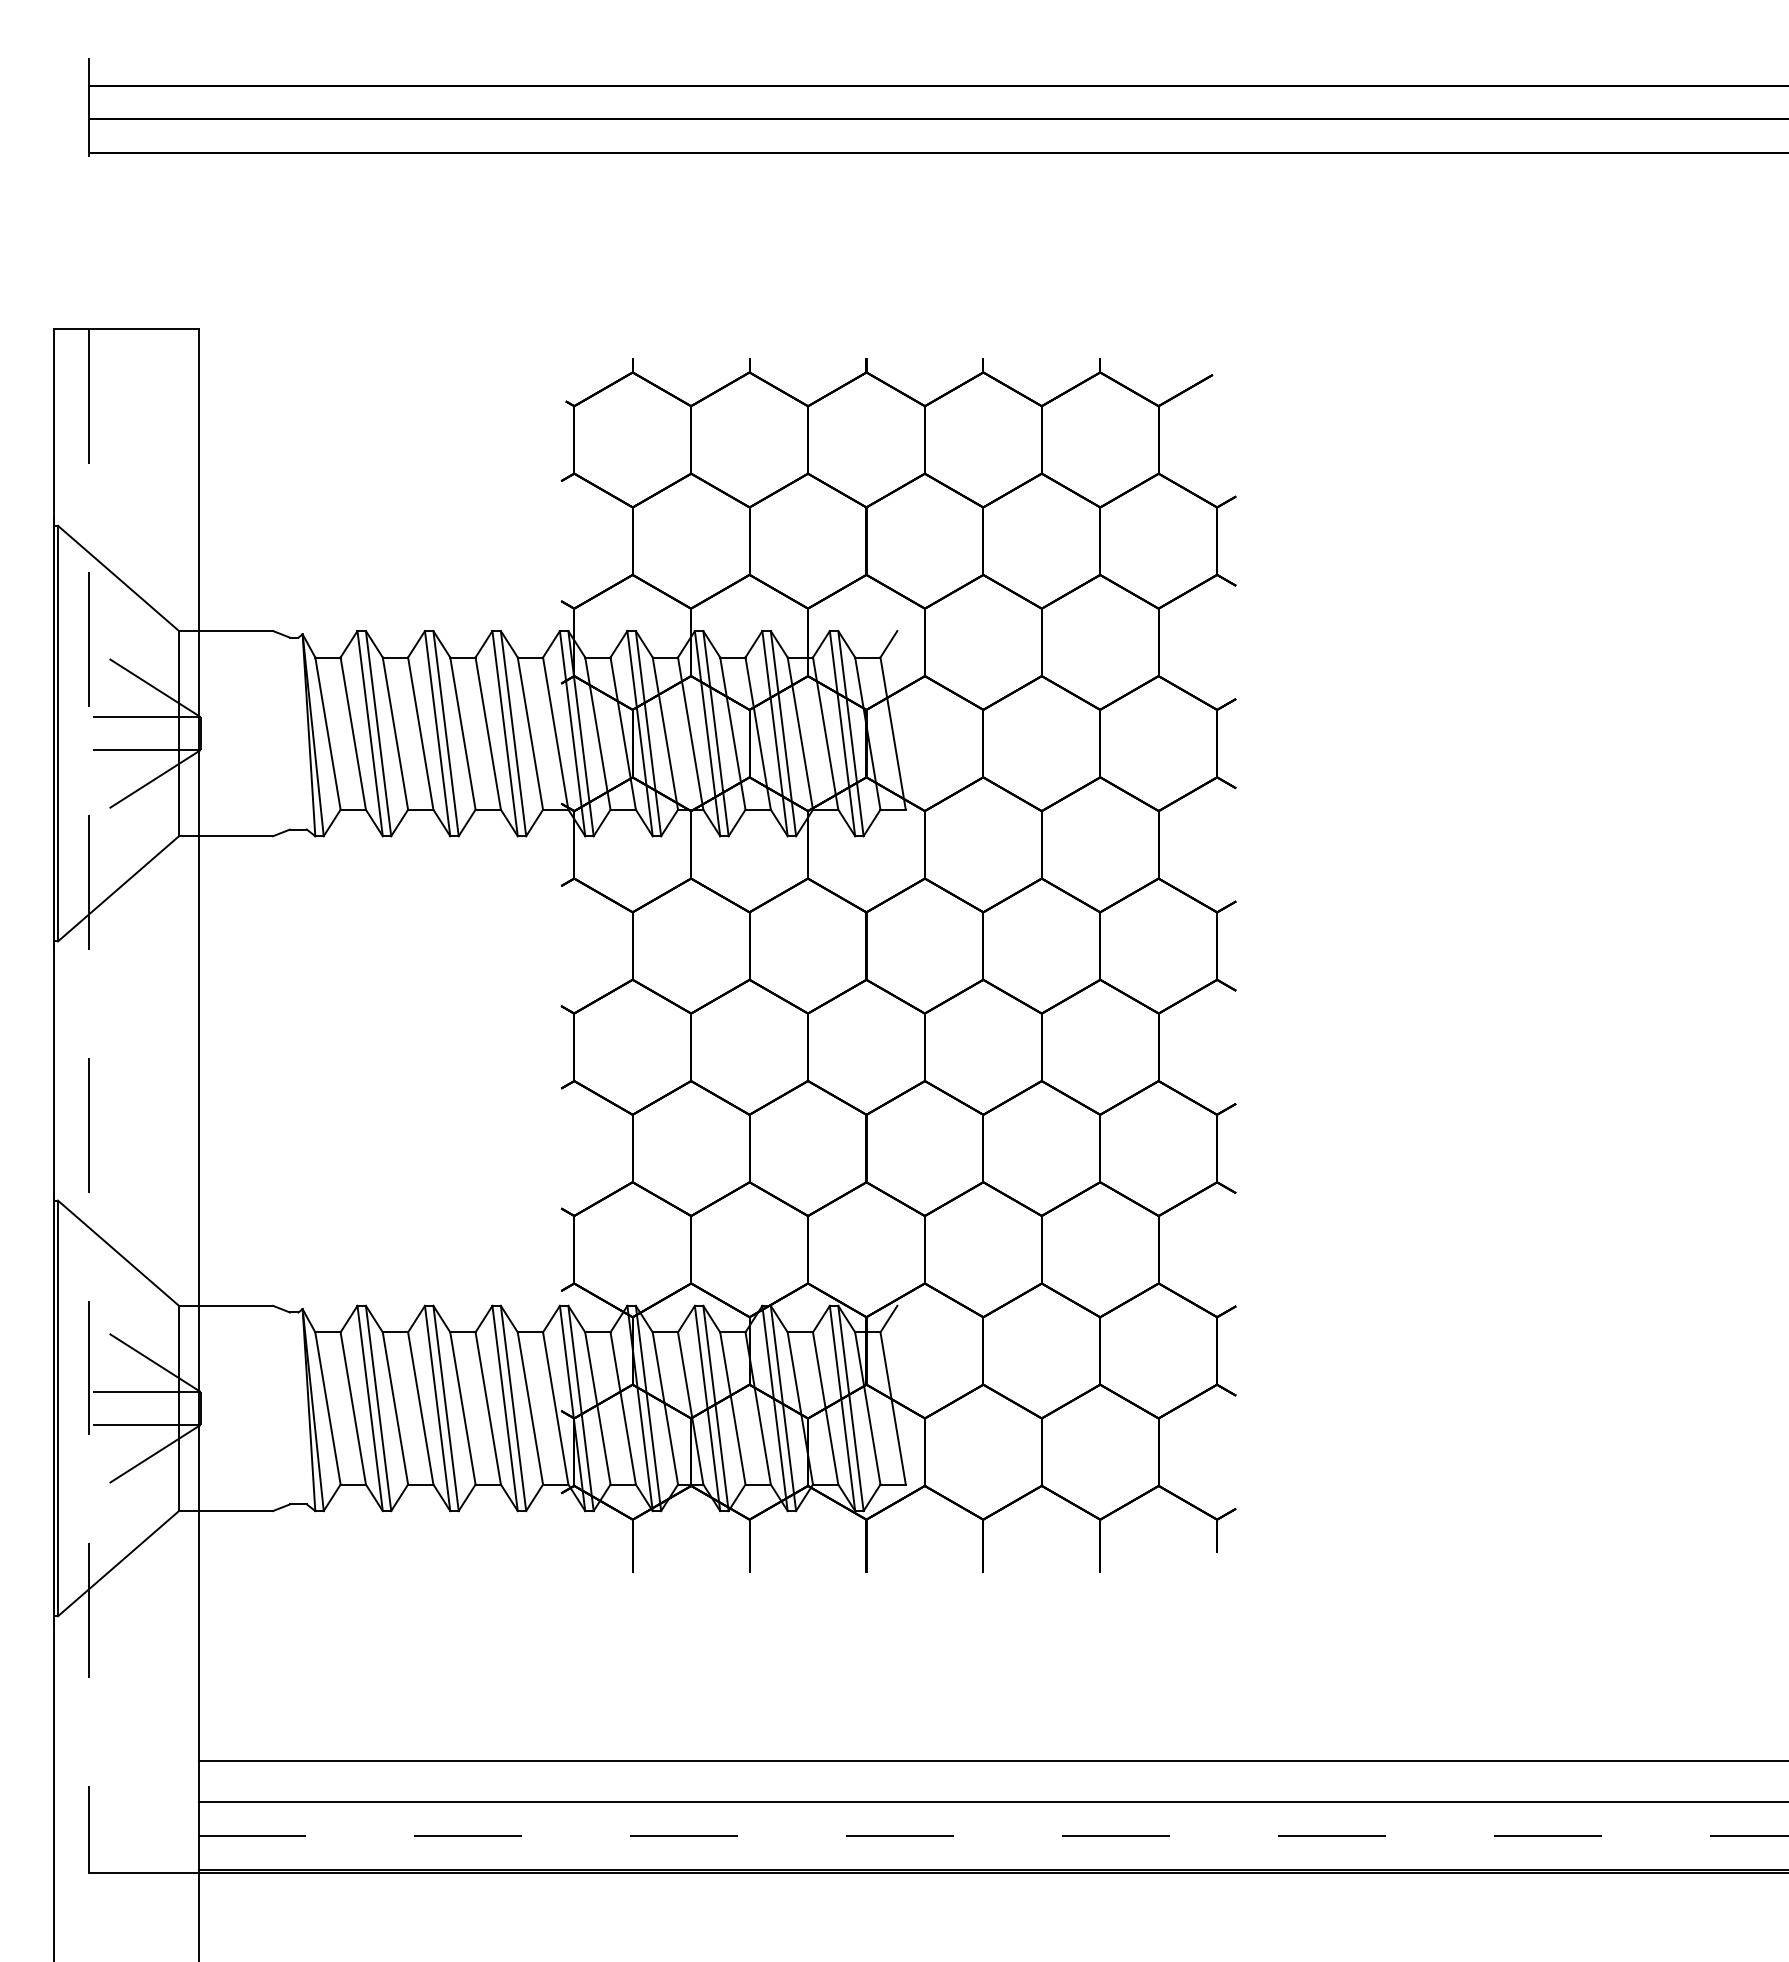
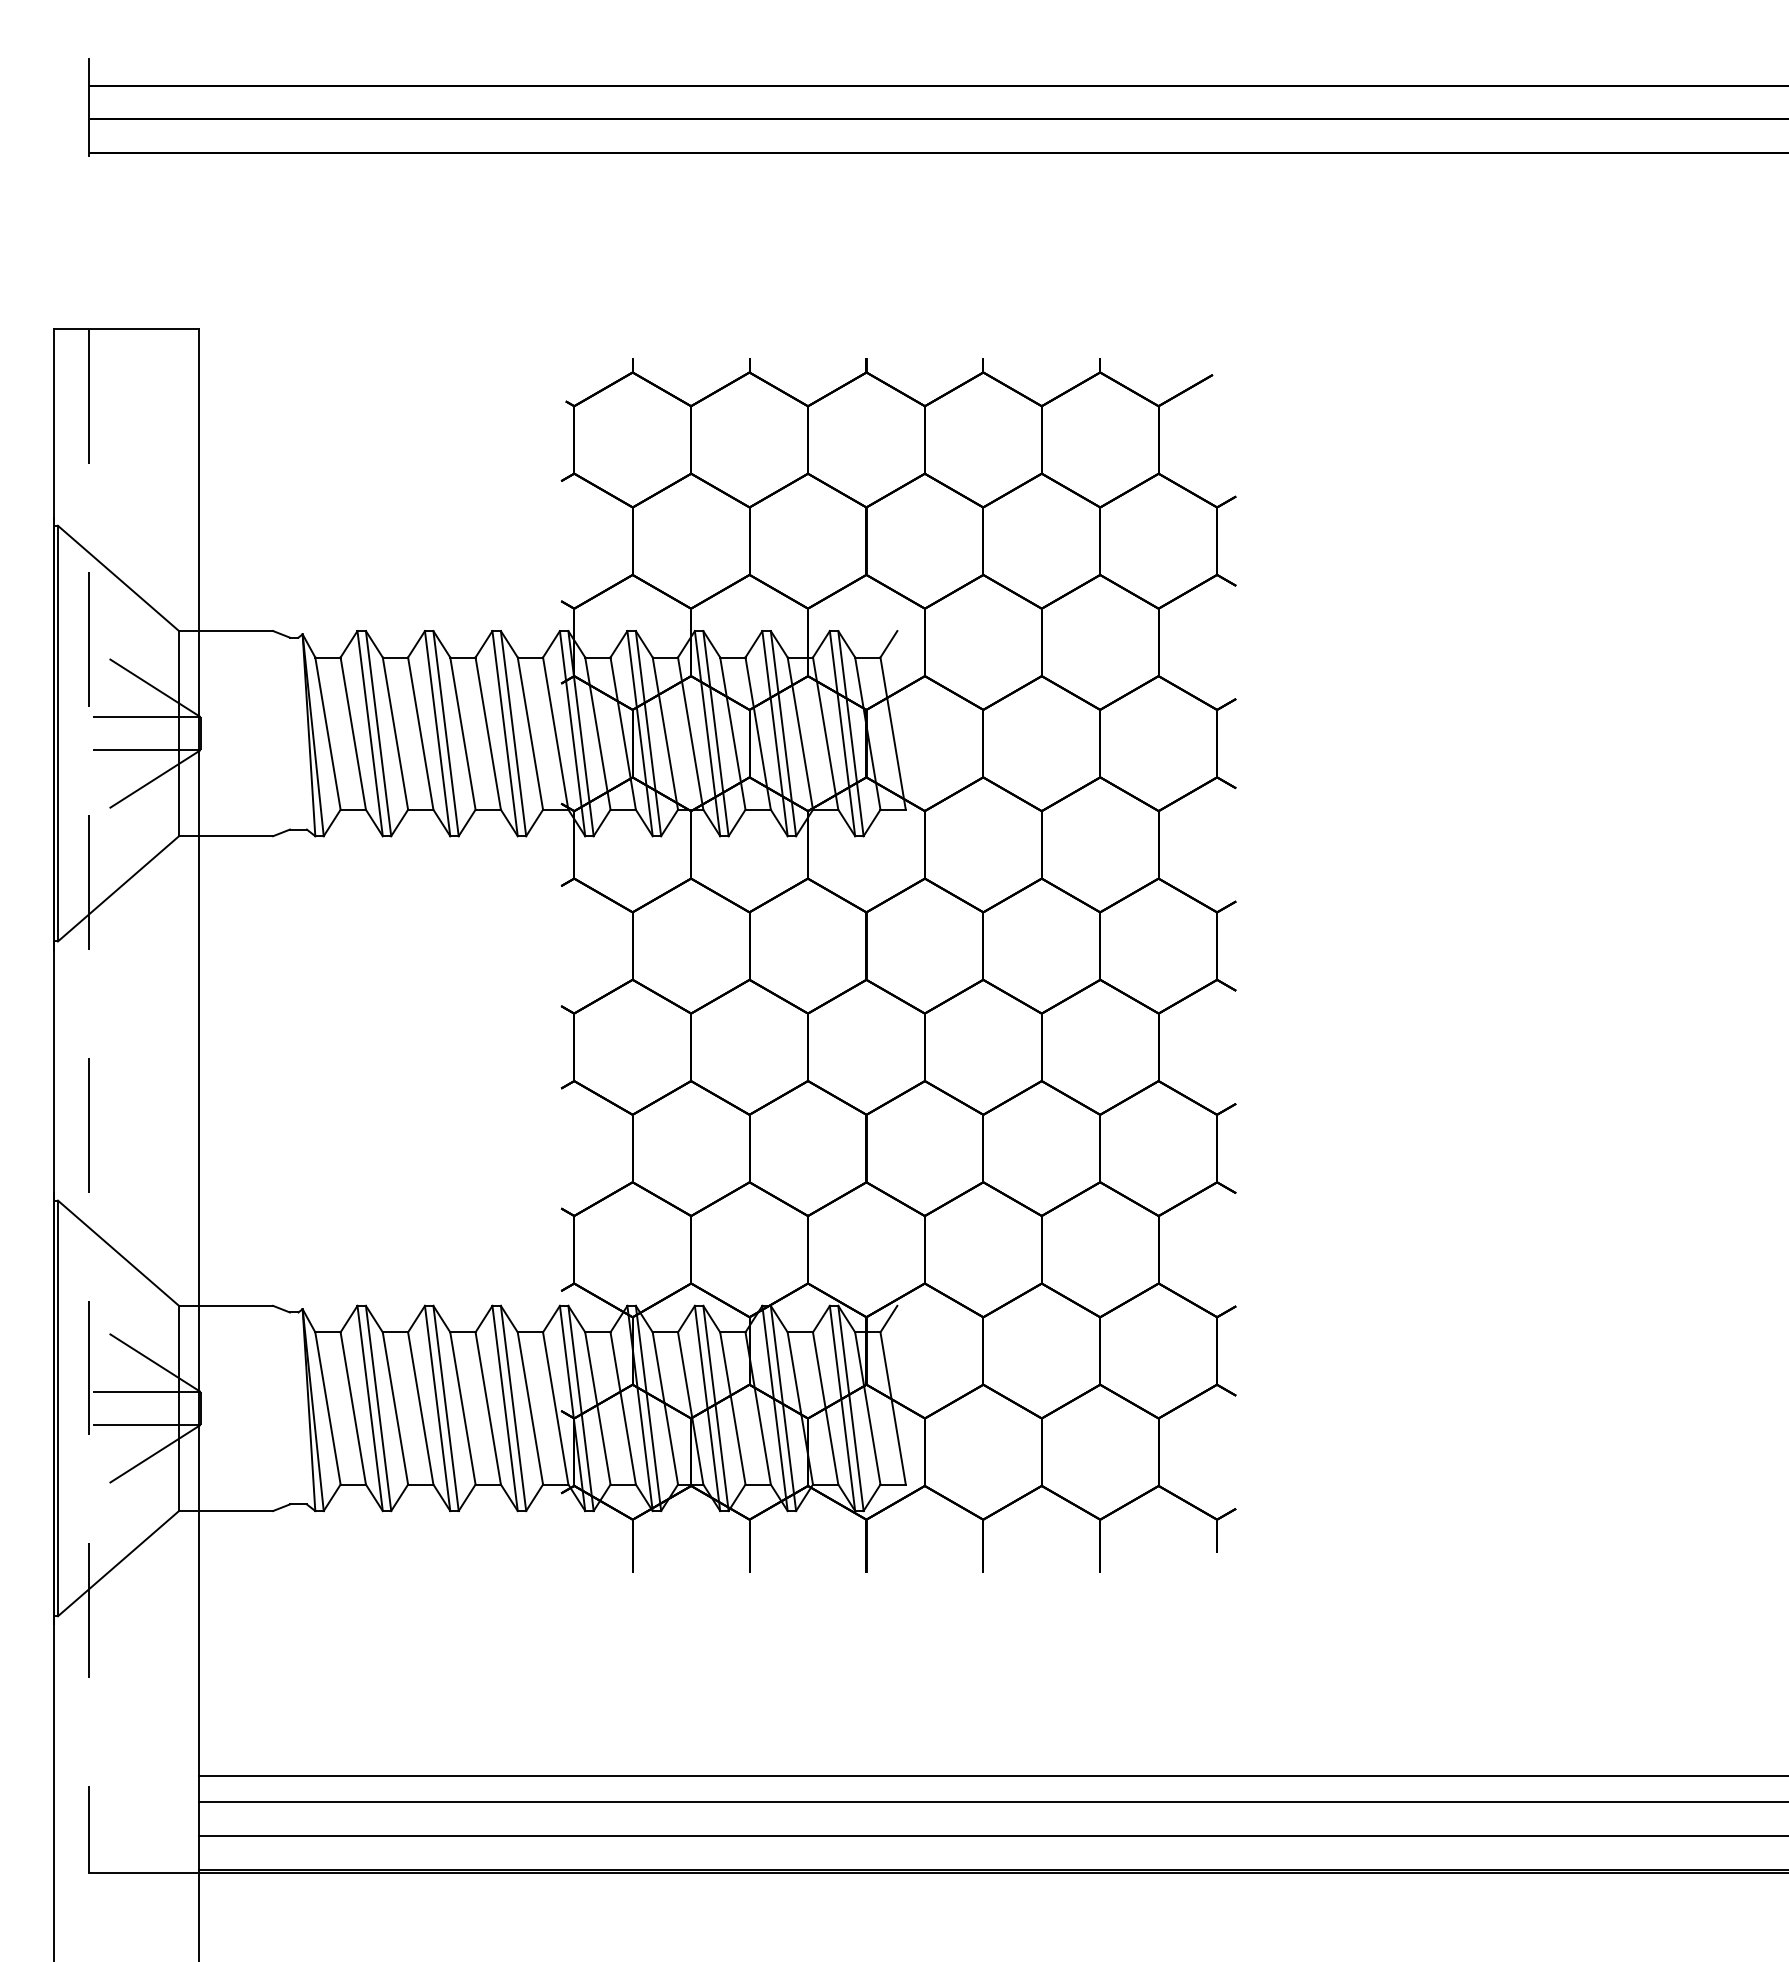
line at (991, 1760) position: (991, 1760) -> (991, 1775)
line at (993, 1836): dashed -> solid
